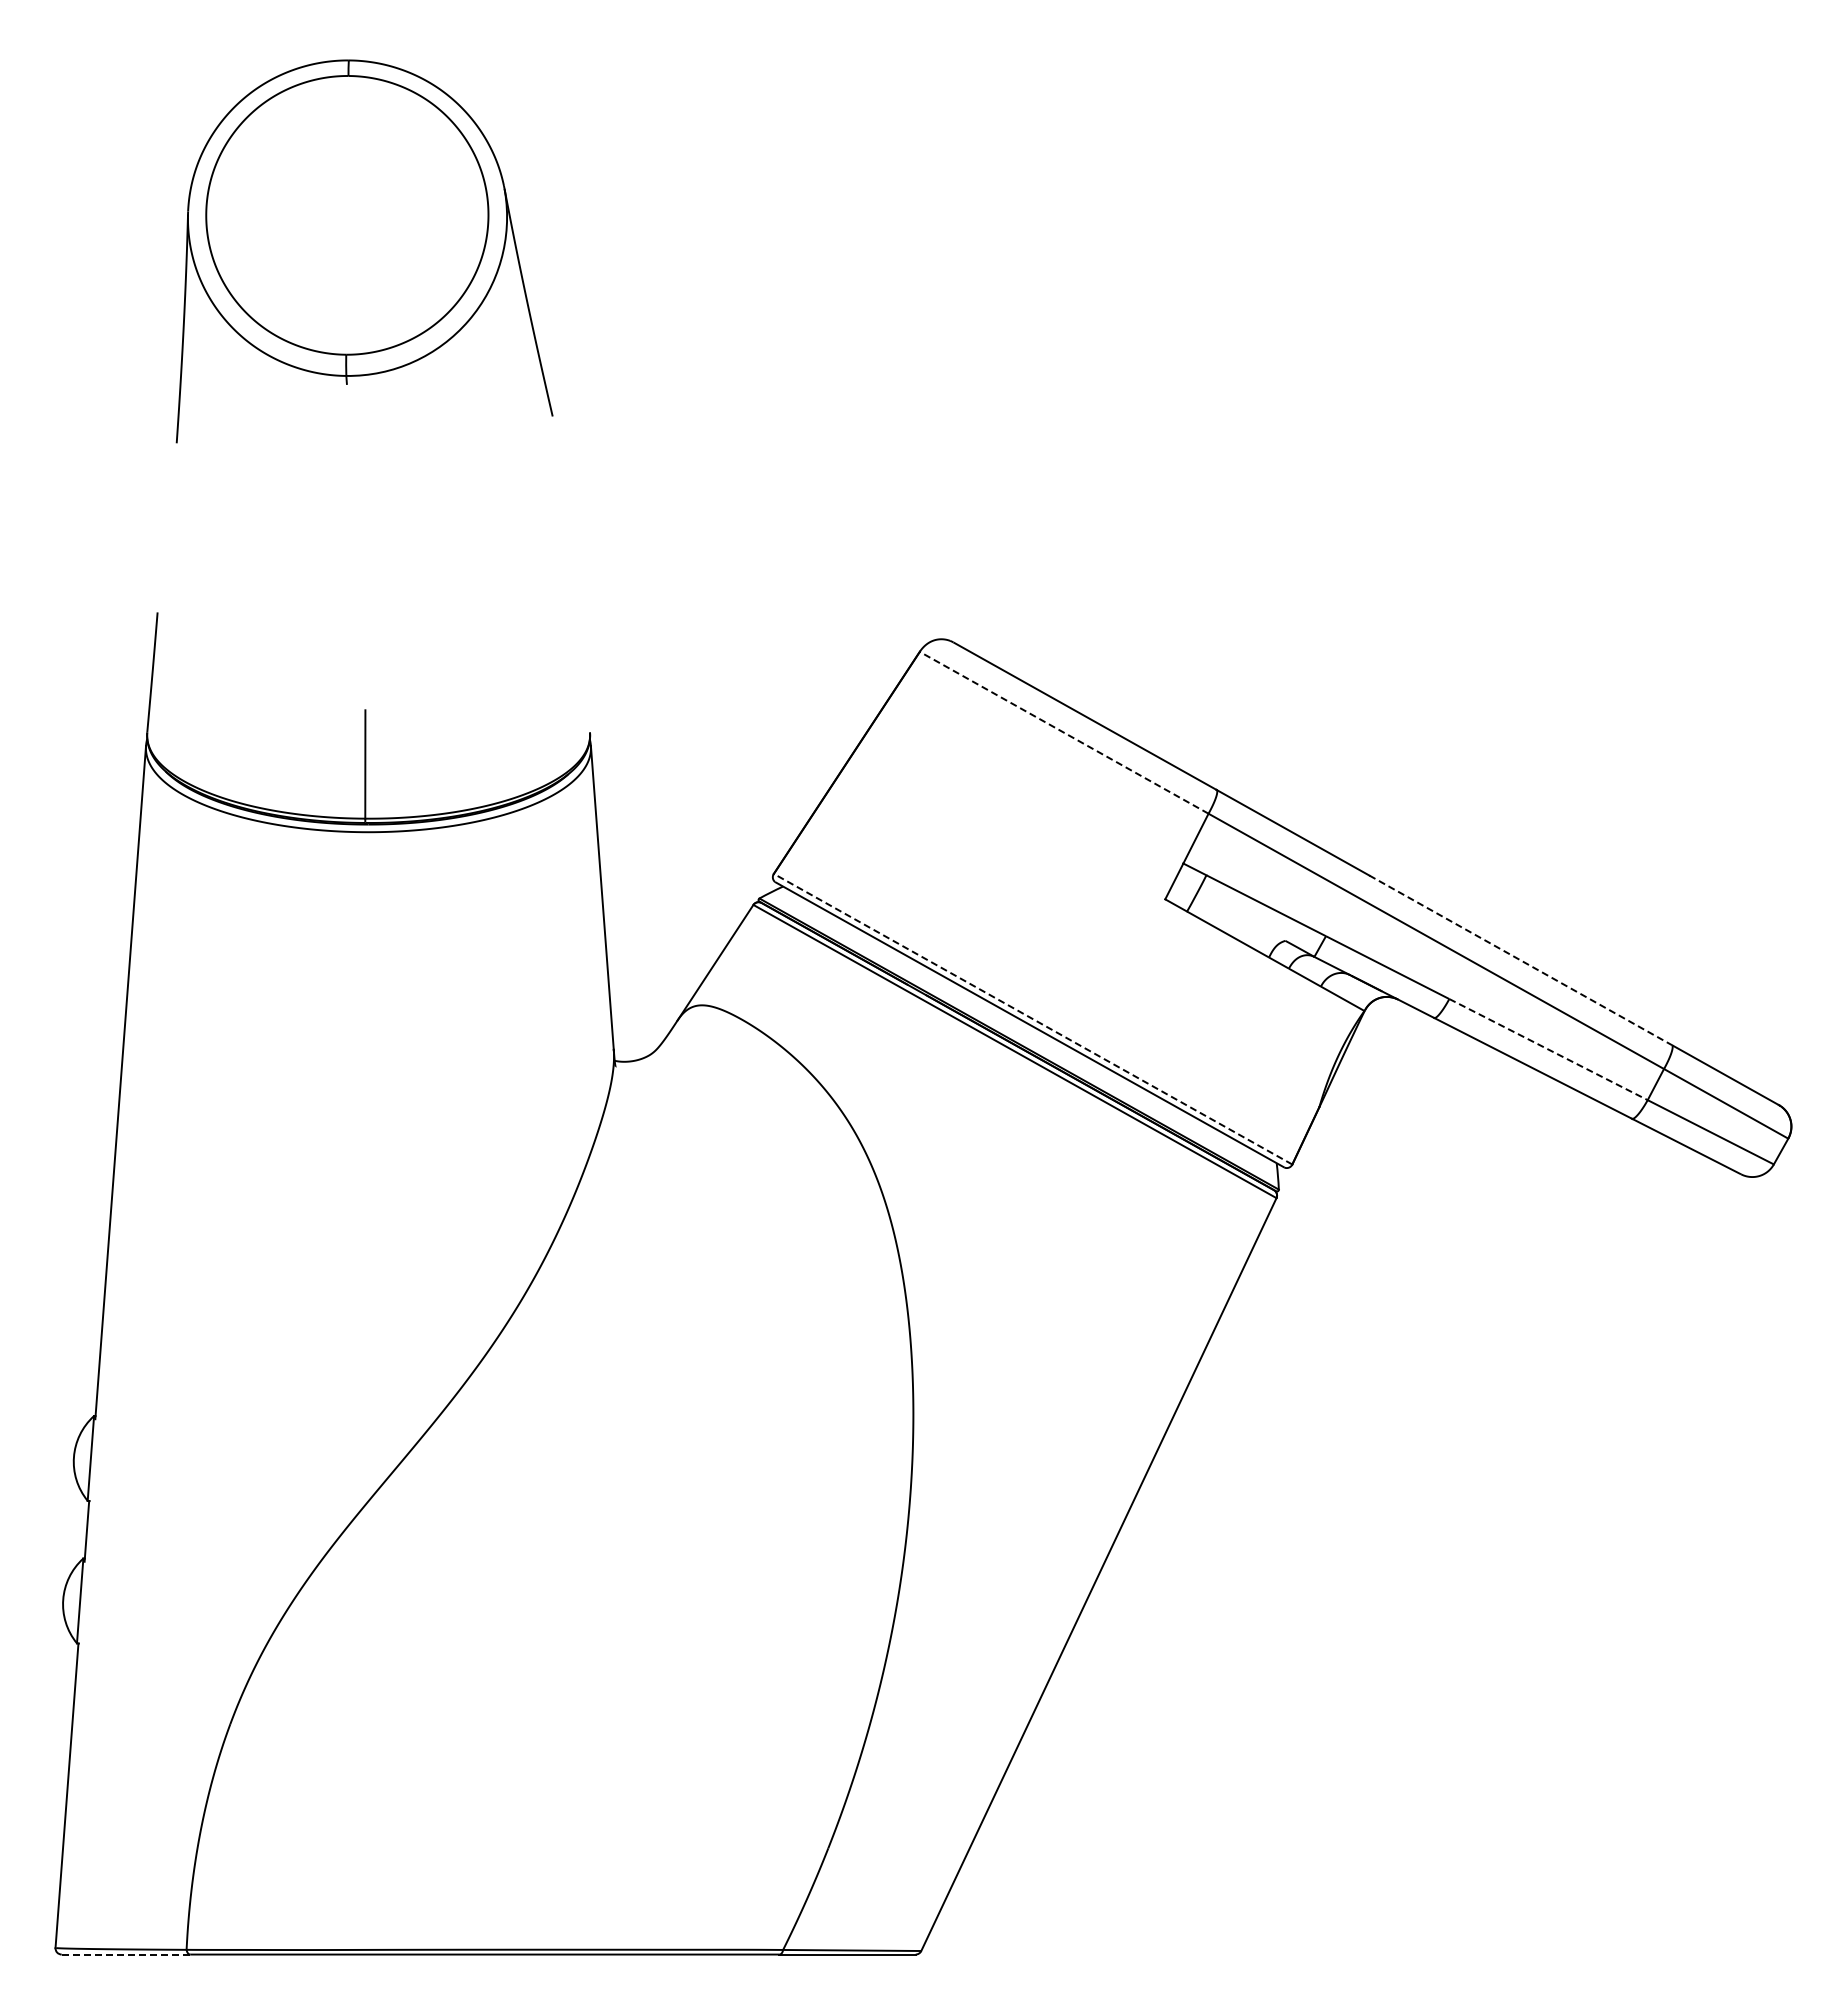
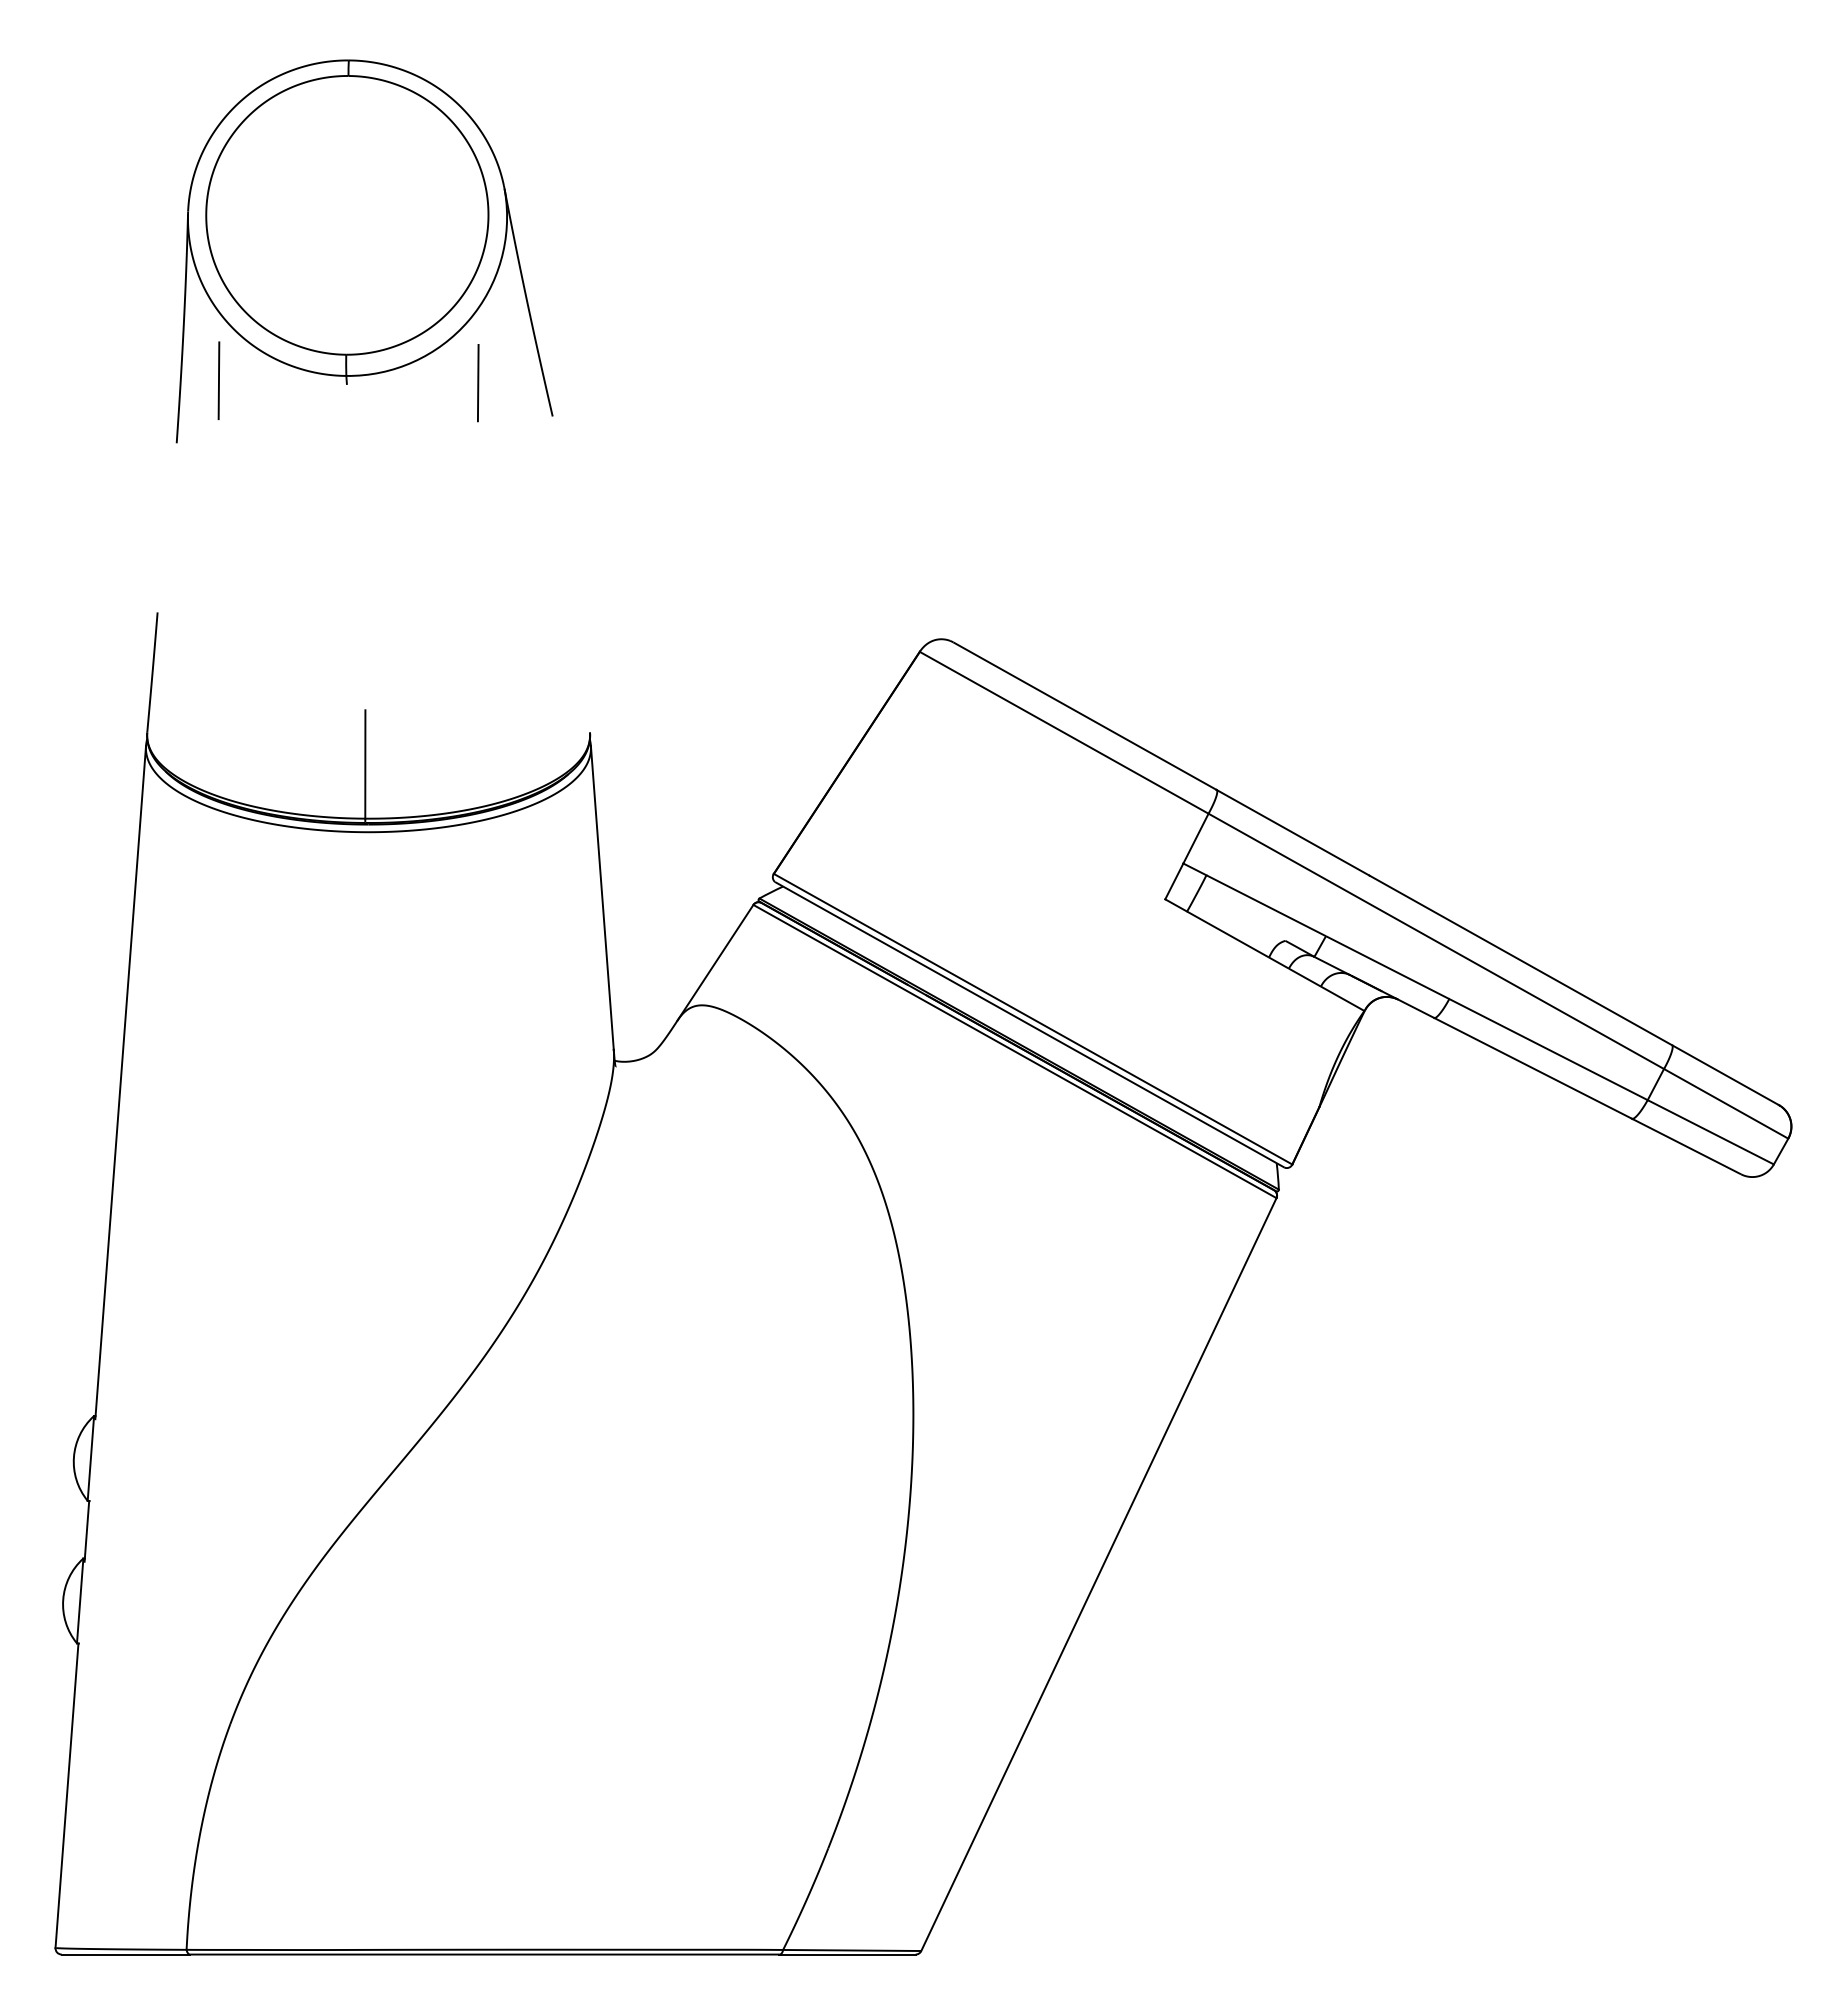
line at (218, 380): none -> present
line at (478, 383): none -> present
line at (1063, 732): dashed -> solid
line at (1520, 960): dashed -> solid
line at (1032, 1018): dashed -> solid
line at (1548, 1049): dashed -> solid
line at (125, 1954): dashed -> solid
